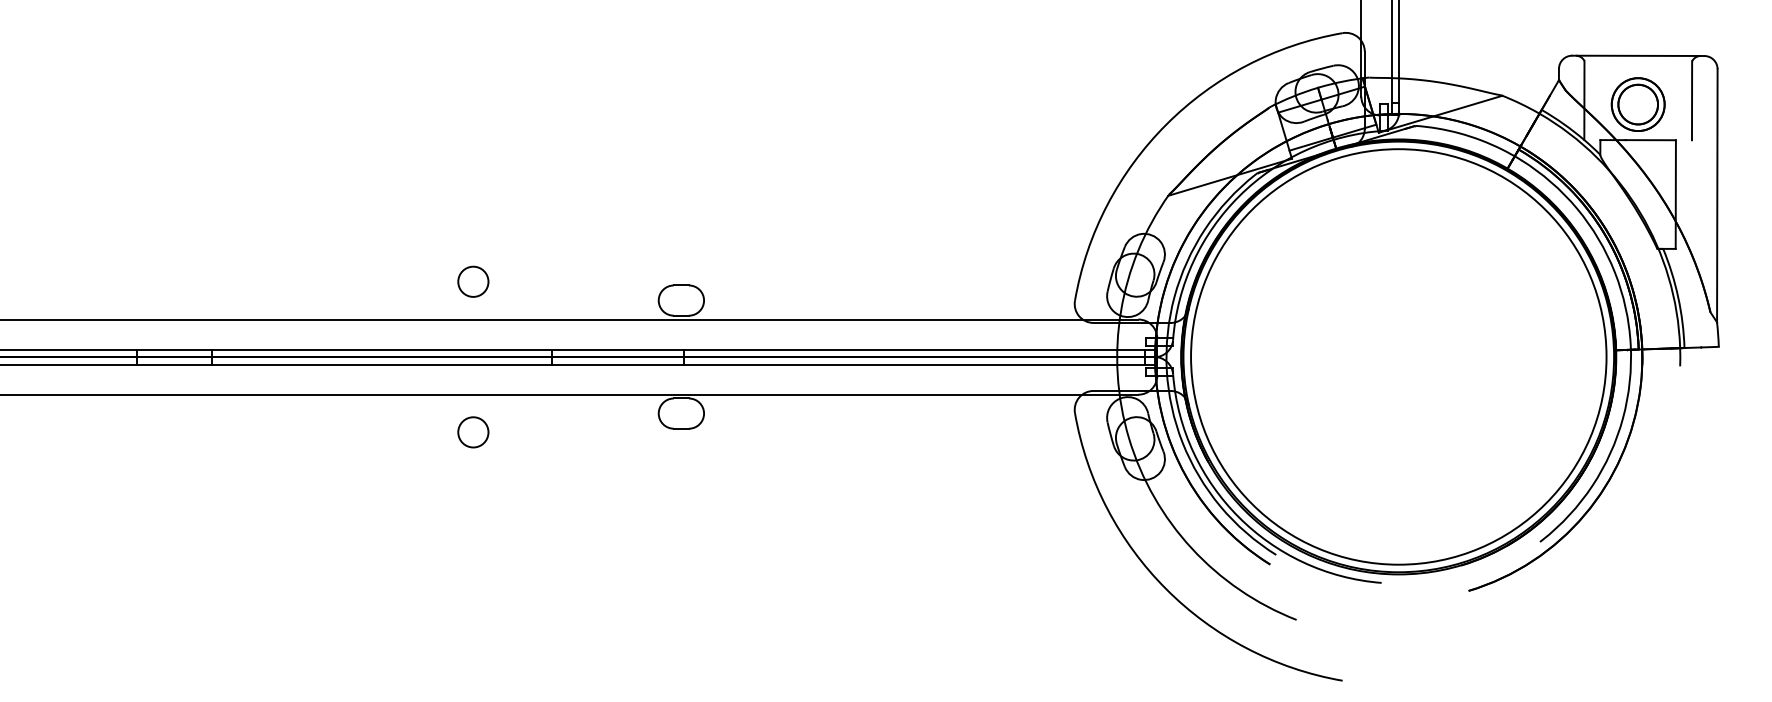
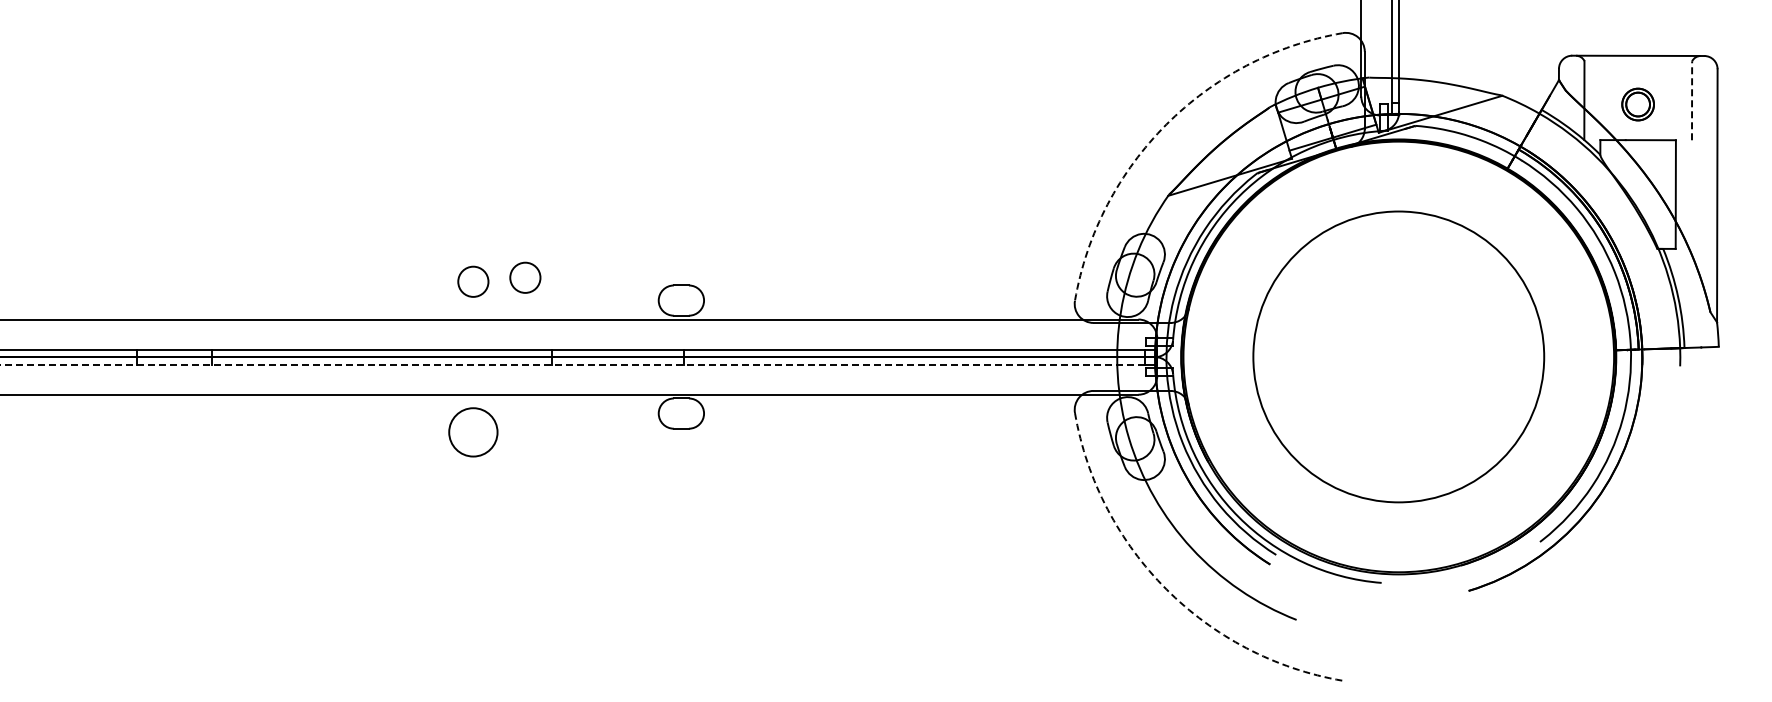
line at (1692, 100): solid -> dashed
part at (1637, 104) size: 56x55 px -> 34x35 px
arc at (1166, 124): solid -> dashed
circle at (525, 277): none -> present
circle at (1398, 356) diameter: 416 px -> 291 px
line at (572, 364): solid -> dashed
circle at (473, 432) diameter: 30 px -> 48 px
arc at (1166, 589): solid -> dashed
